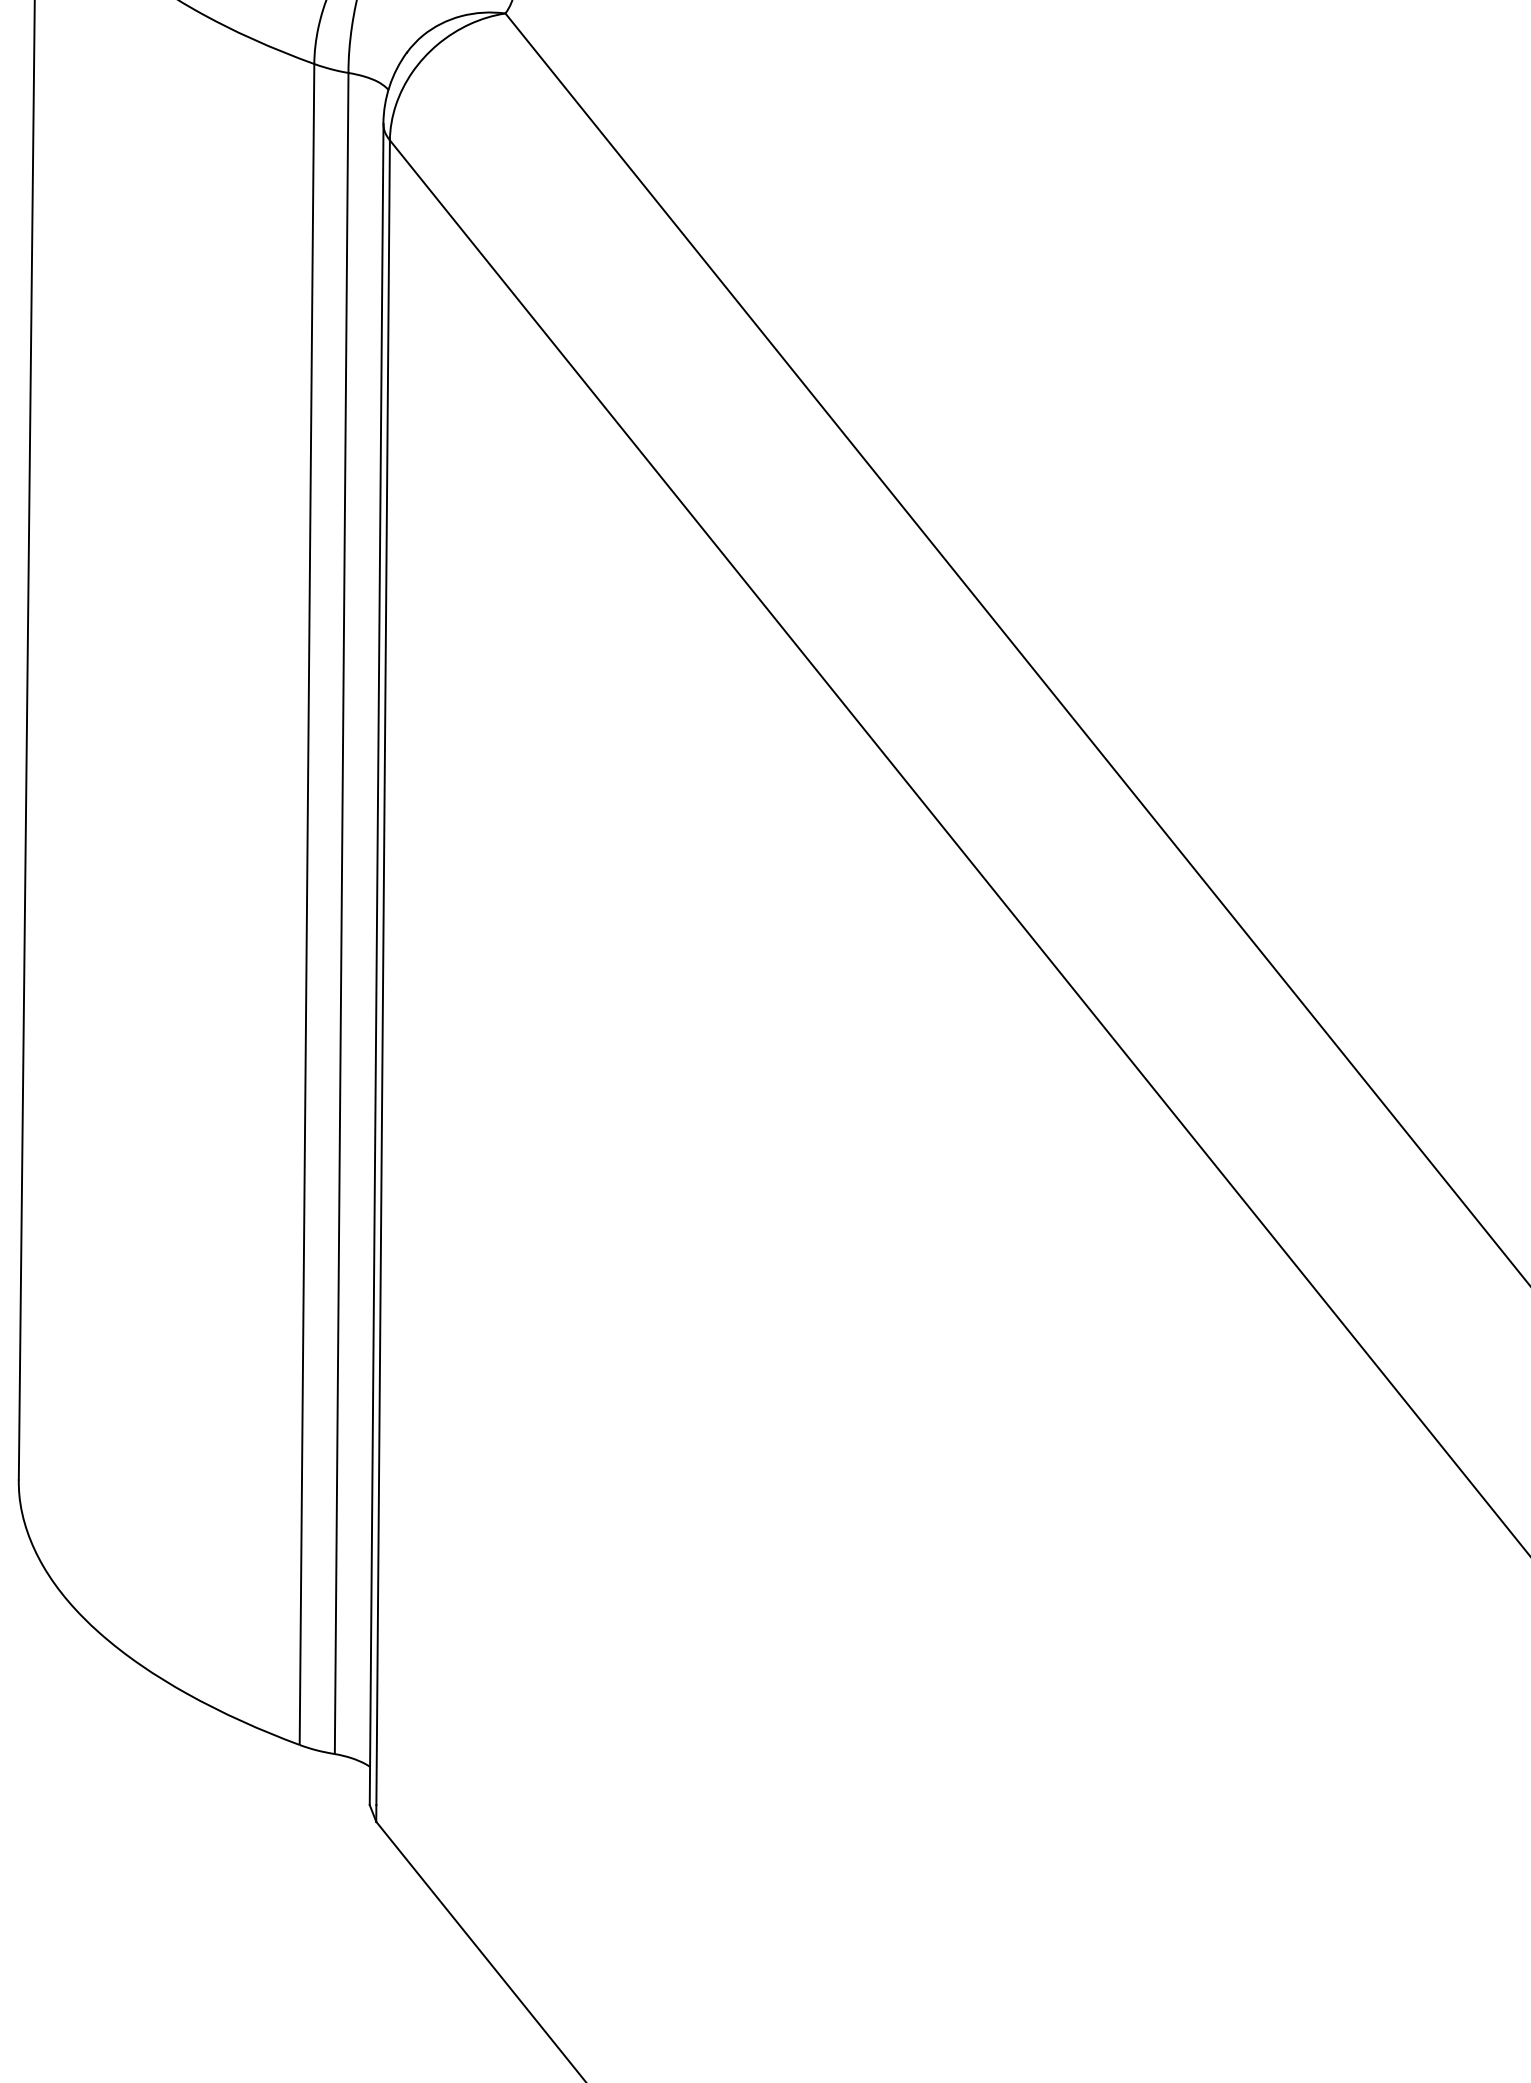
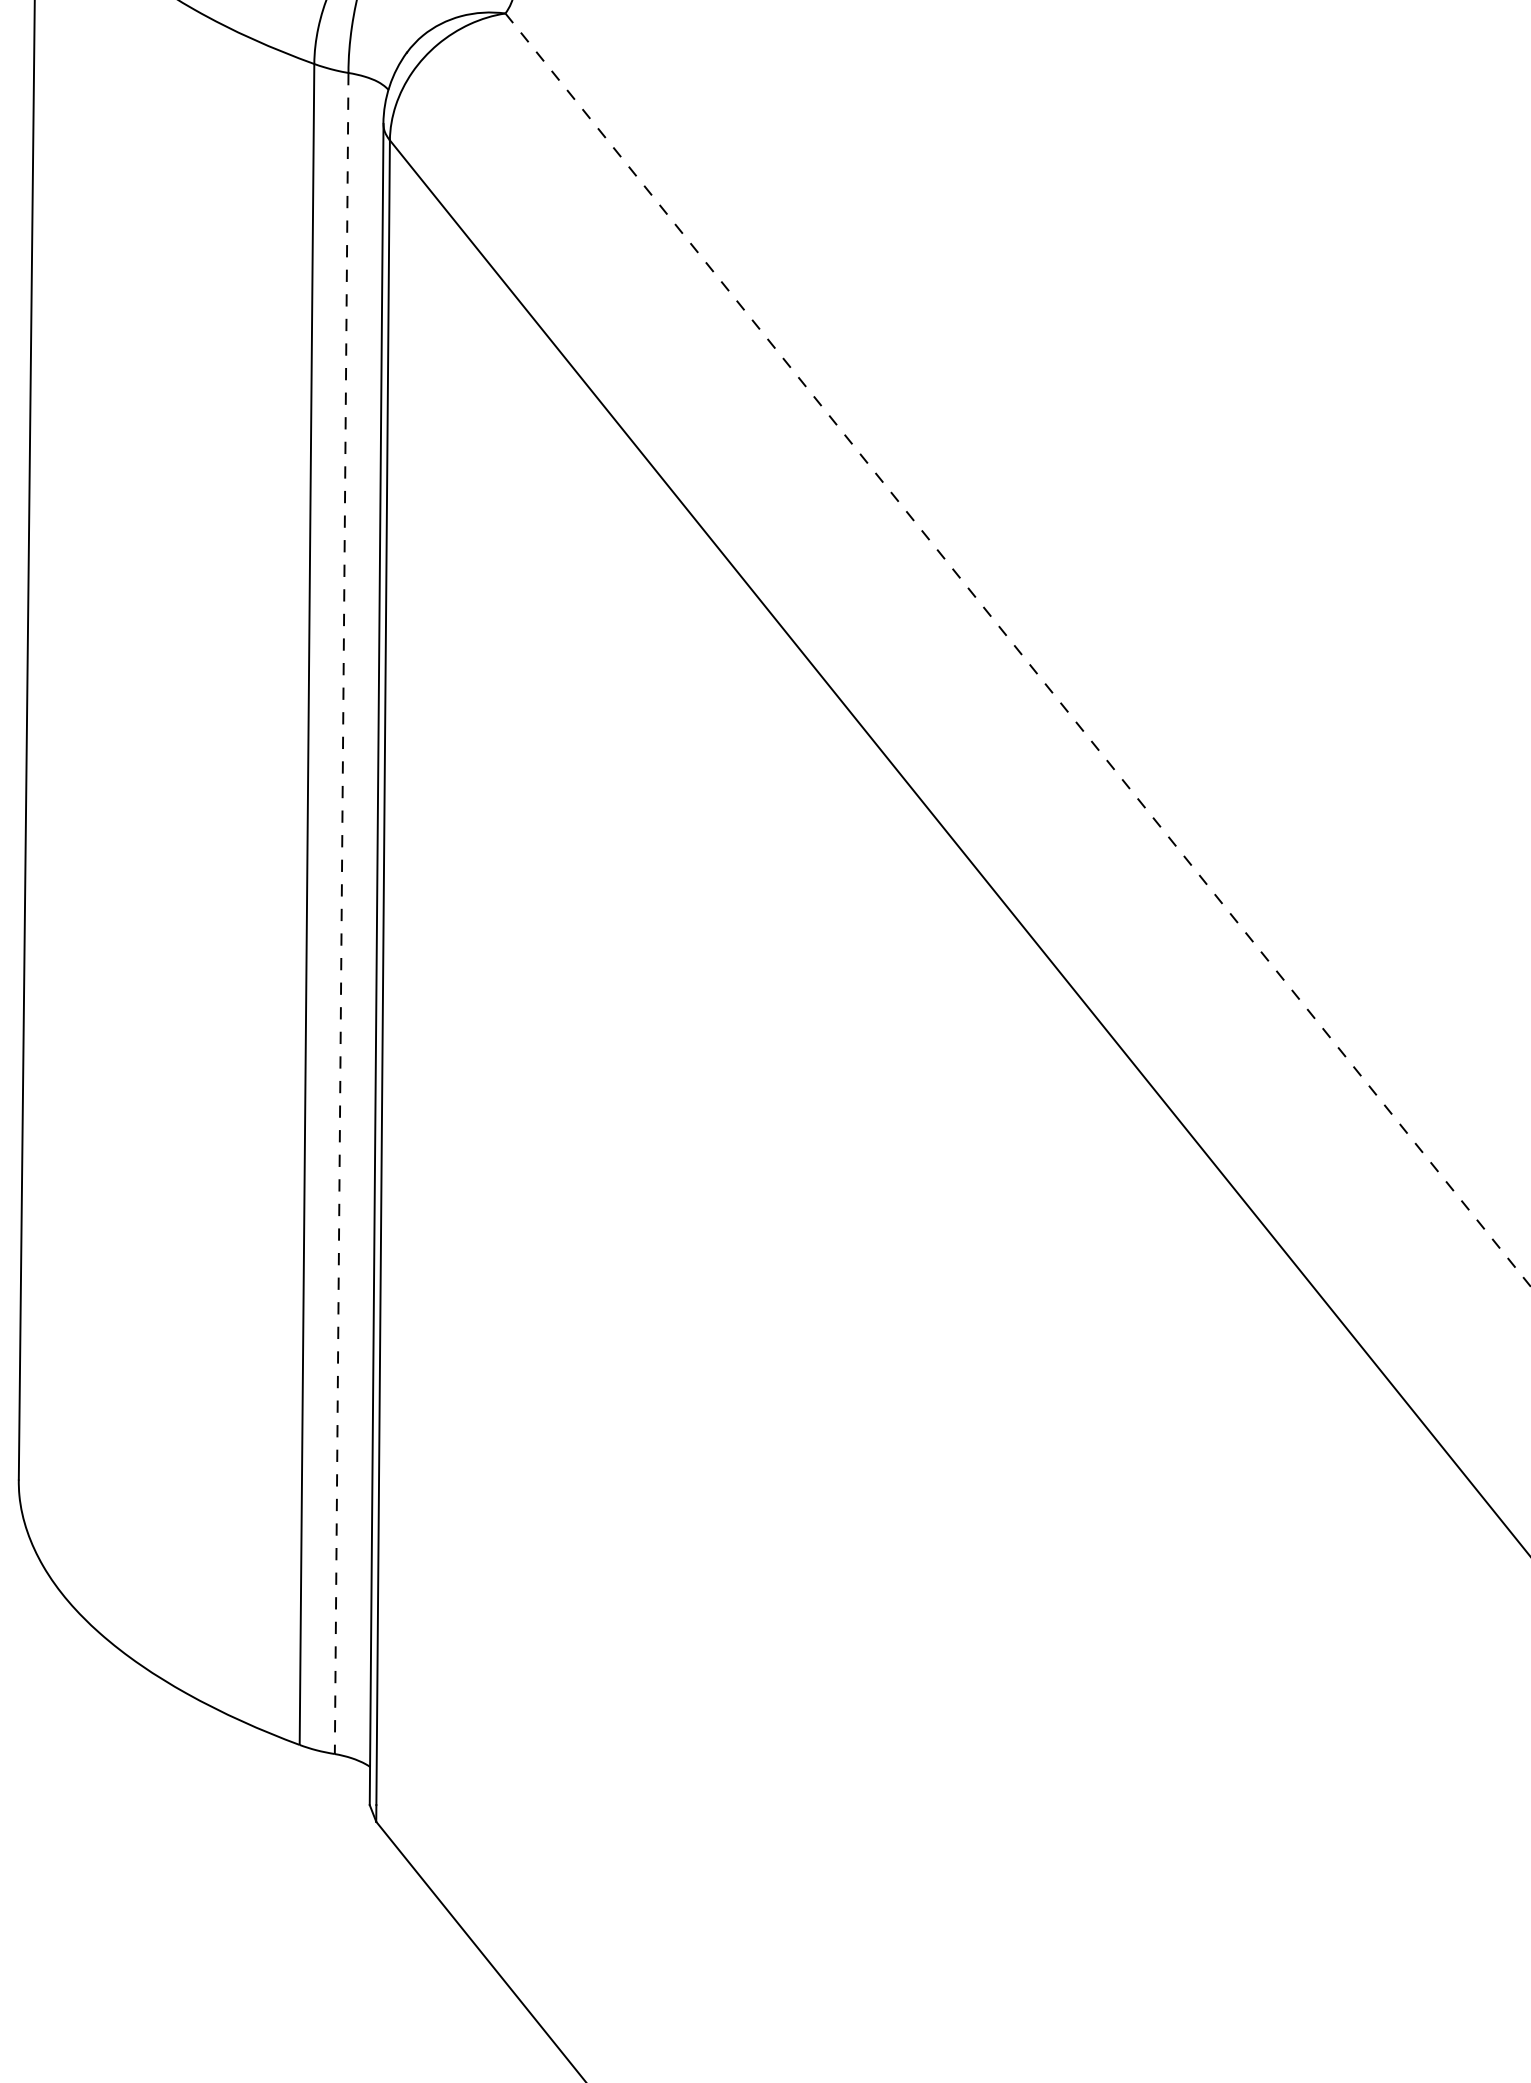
line at (1018, 650): solid -> dashed
line at (341, 913): solid -> dashed
